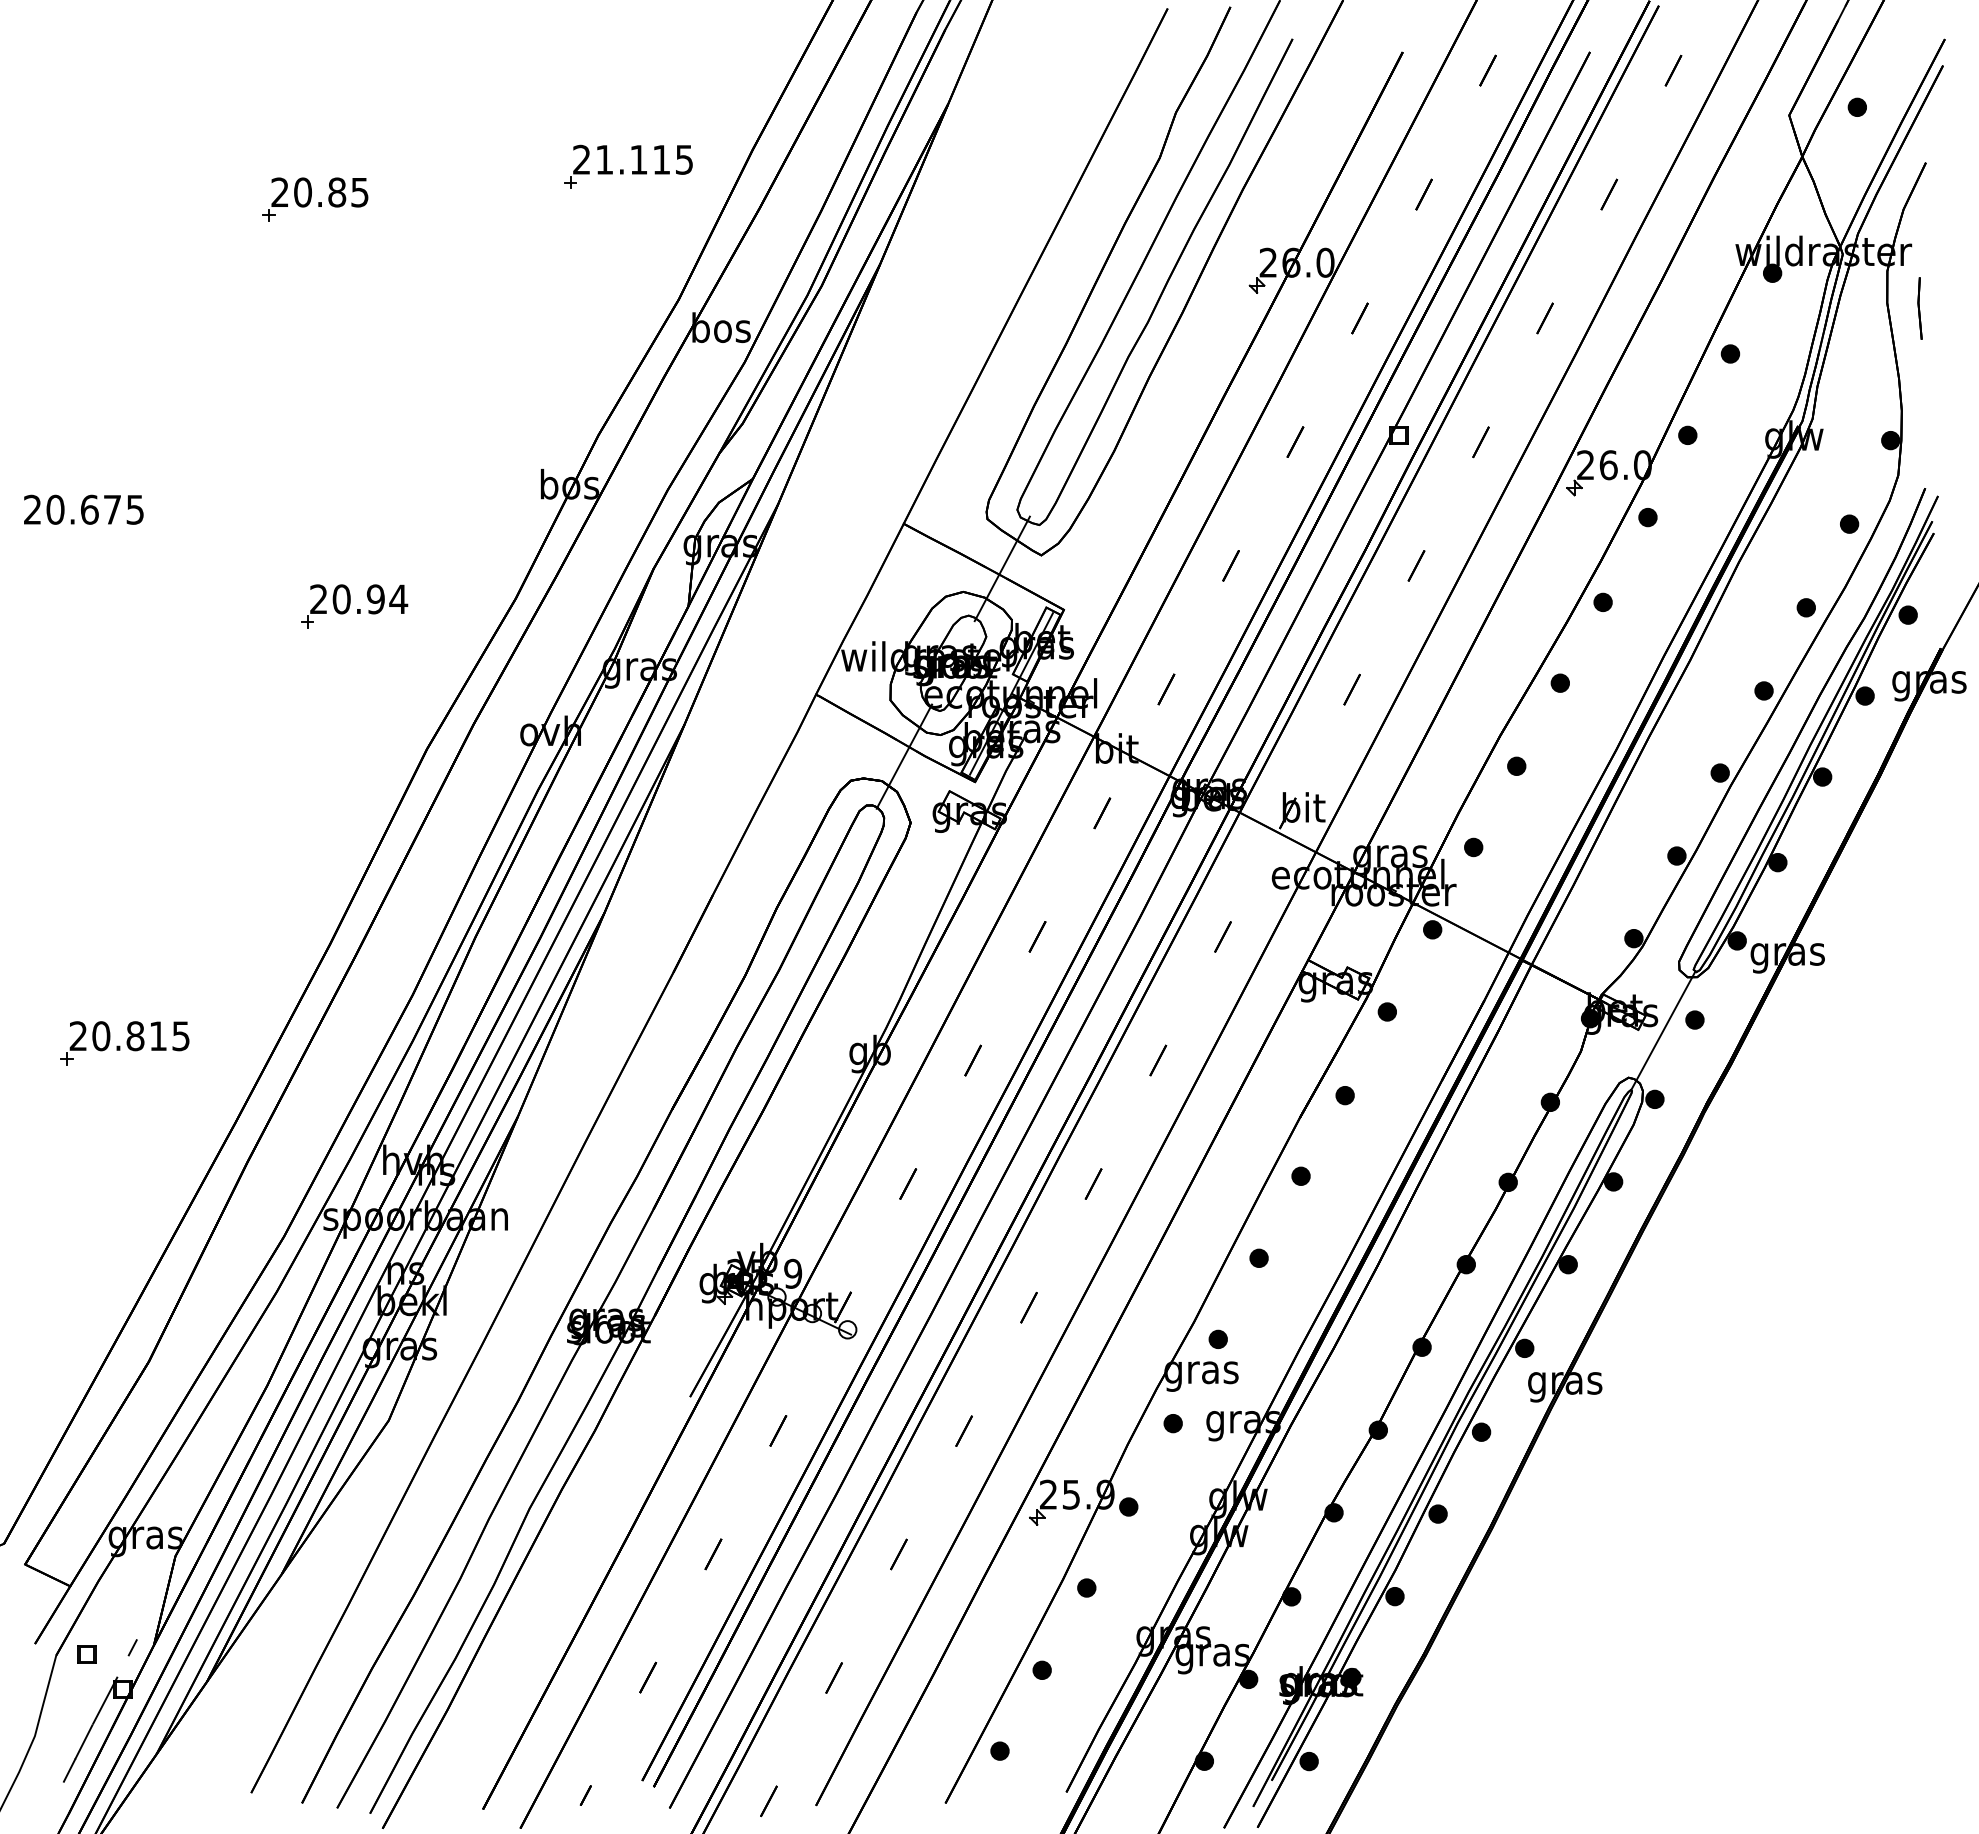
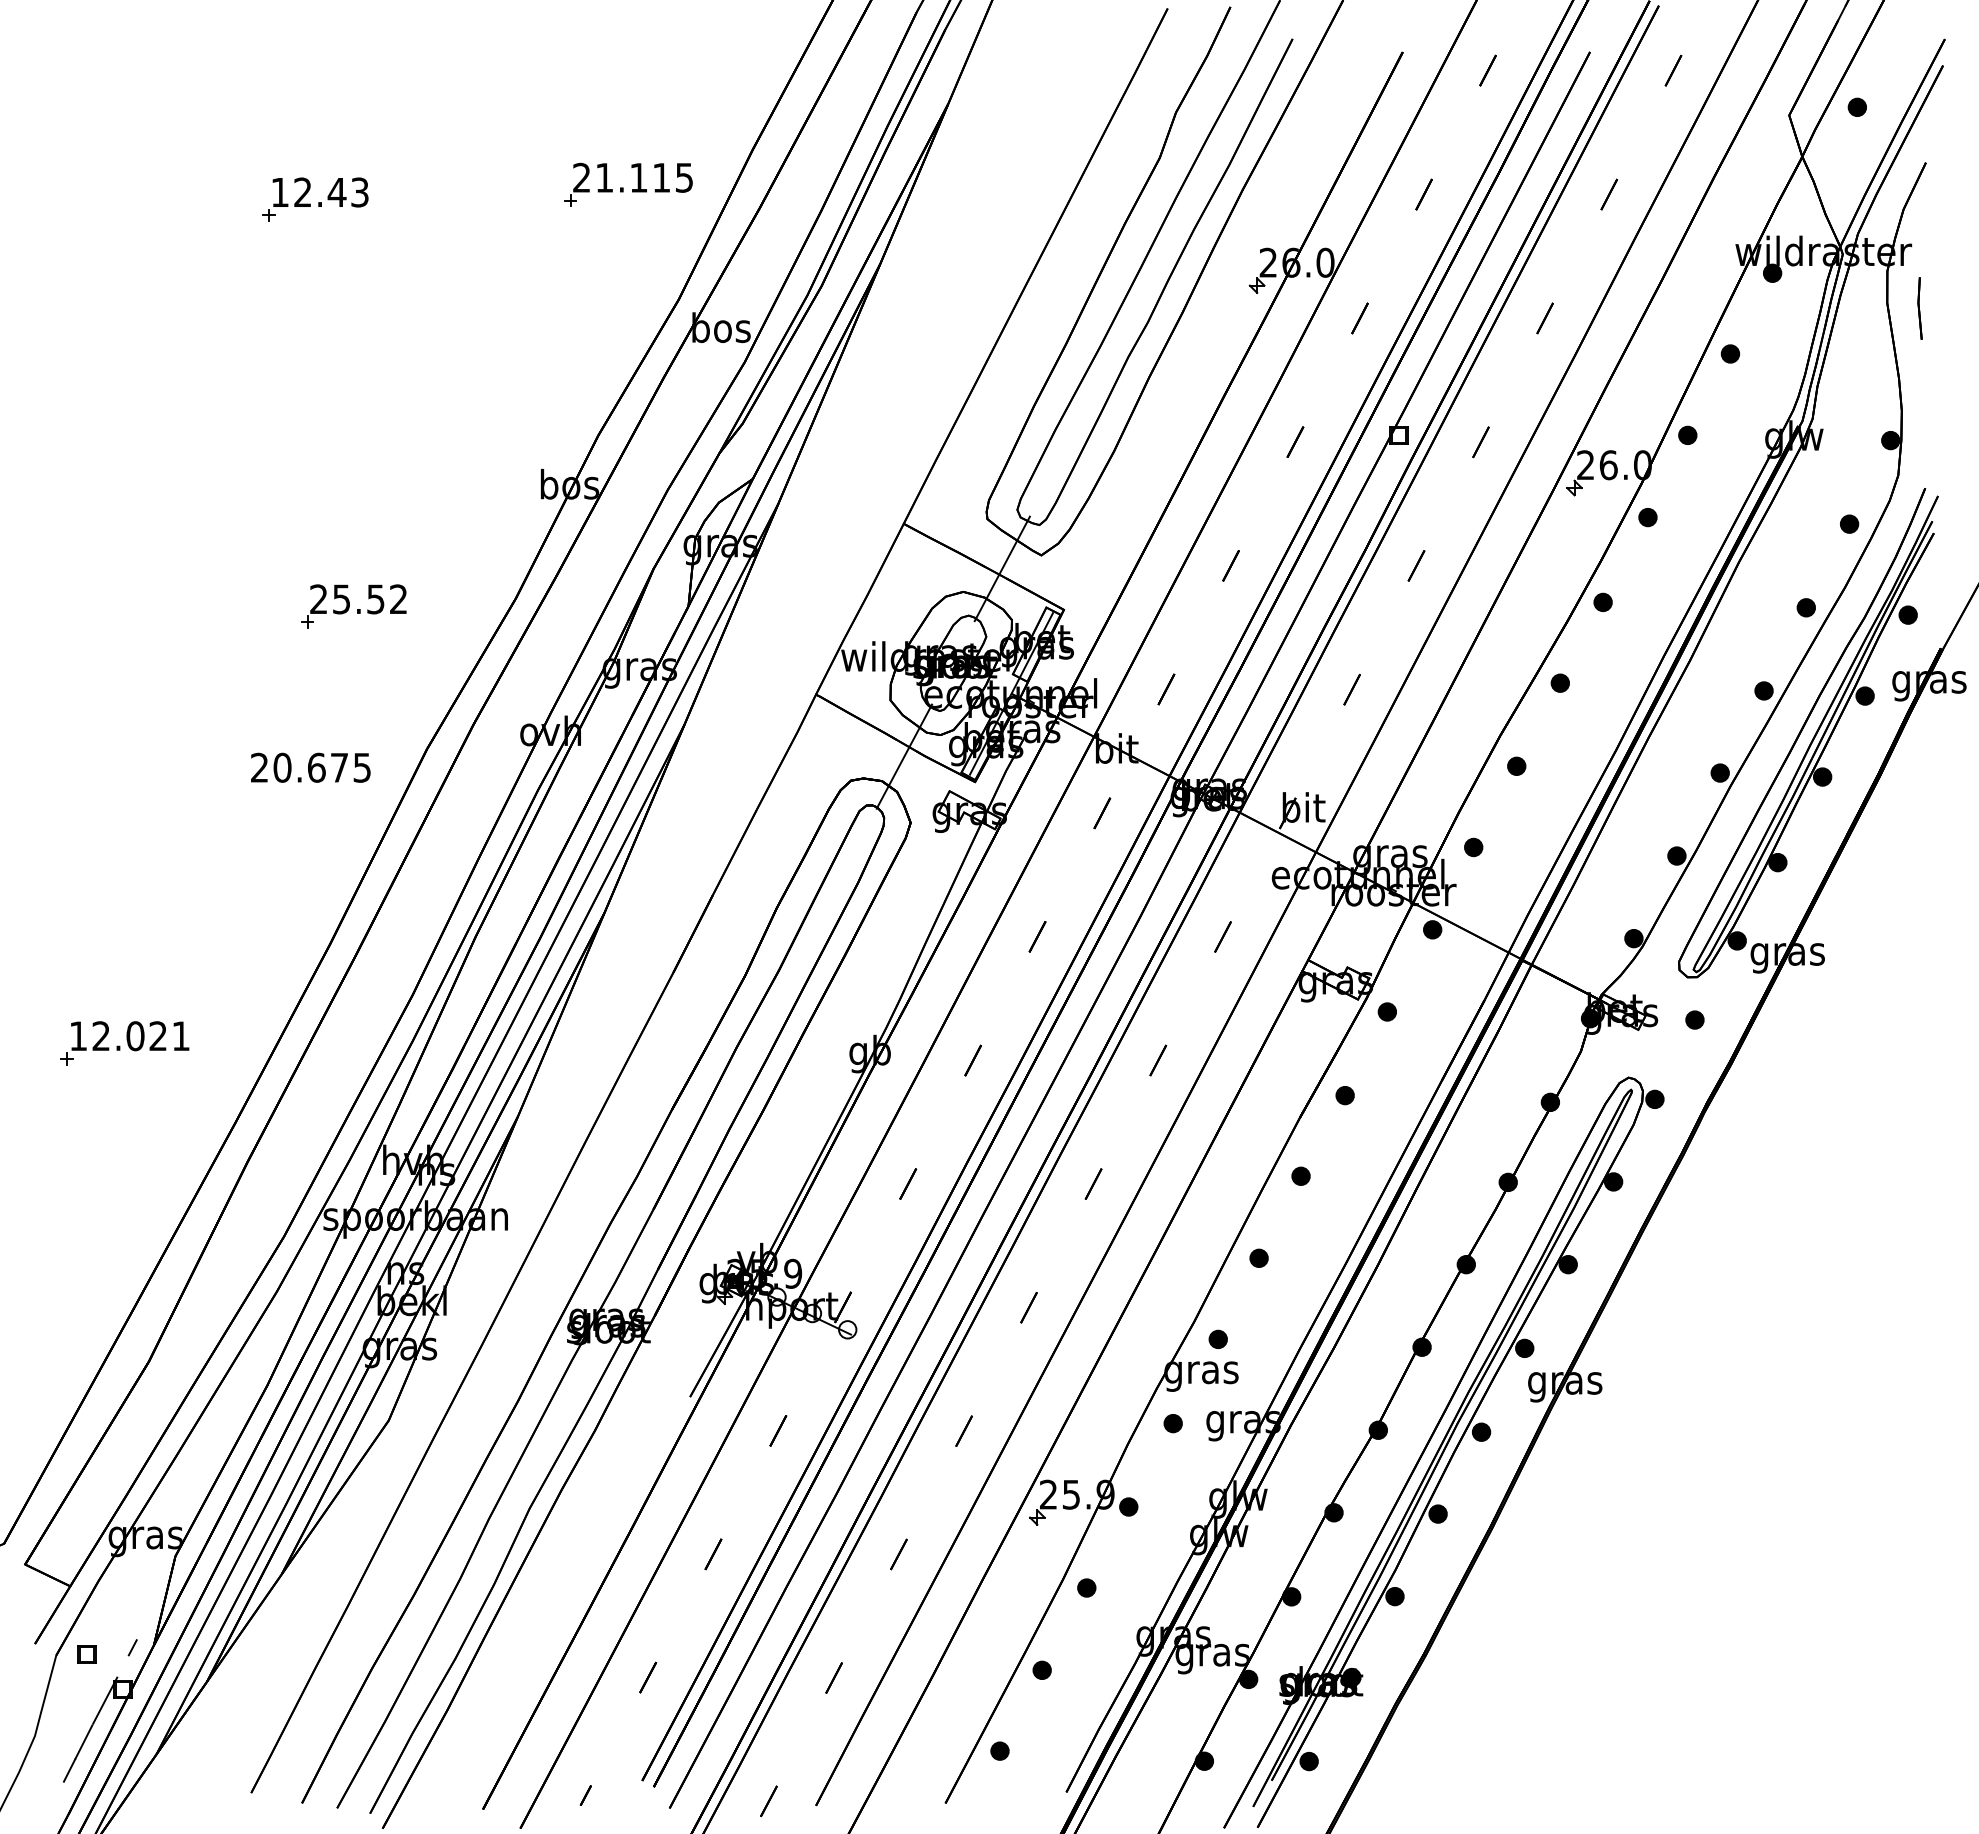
part at (628, 166) position: (628, 166) -> (628, 184)
text at (319, 192): 20.85 -> 12.43
text at (83, 509) position: (83, 509) -> (310, 767)
text at (370, 599): 20.94 -> 25.52
line at (1663, 1030): present -> none
text at (129, 1036): 20.815 -> 12.021
